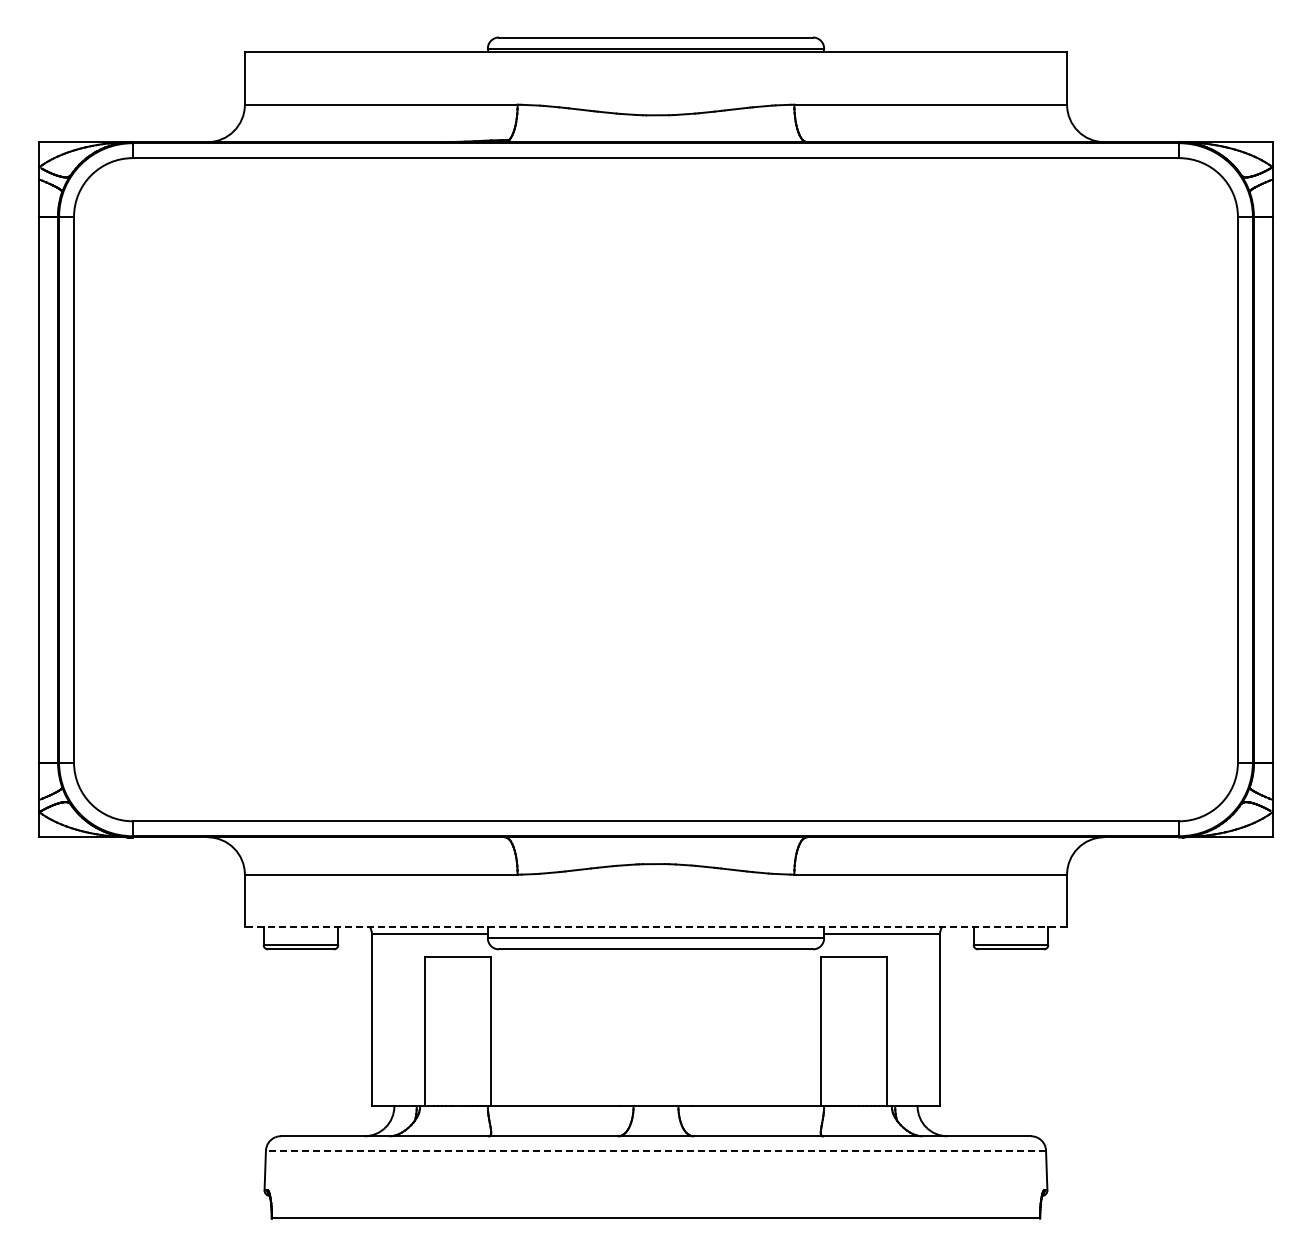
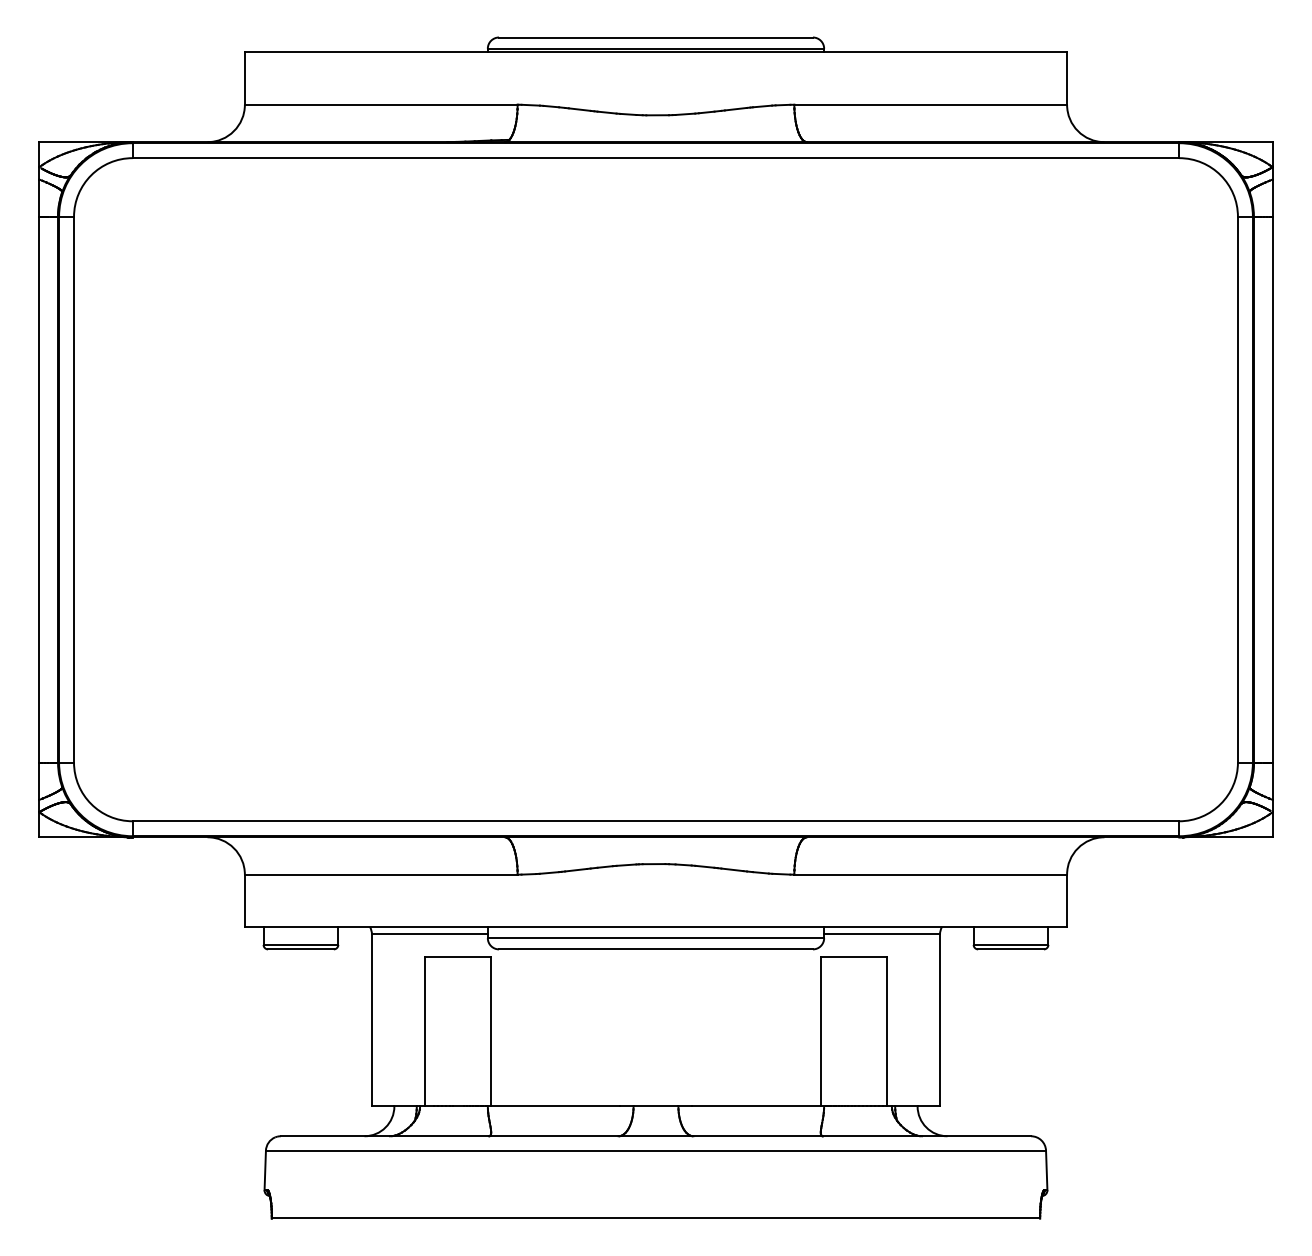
line at (655, 926): dashed -> solid
line at (655, 1150): dashed -> solid
